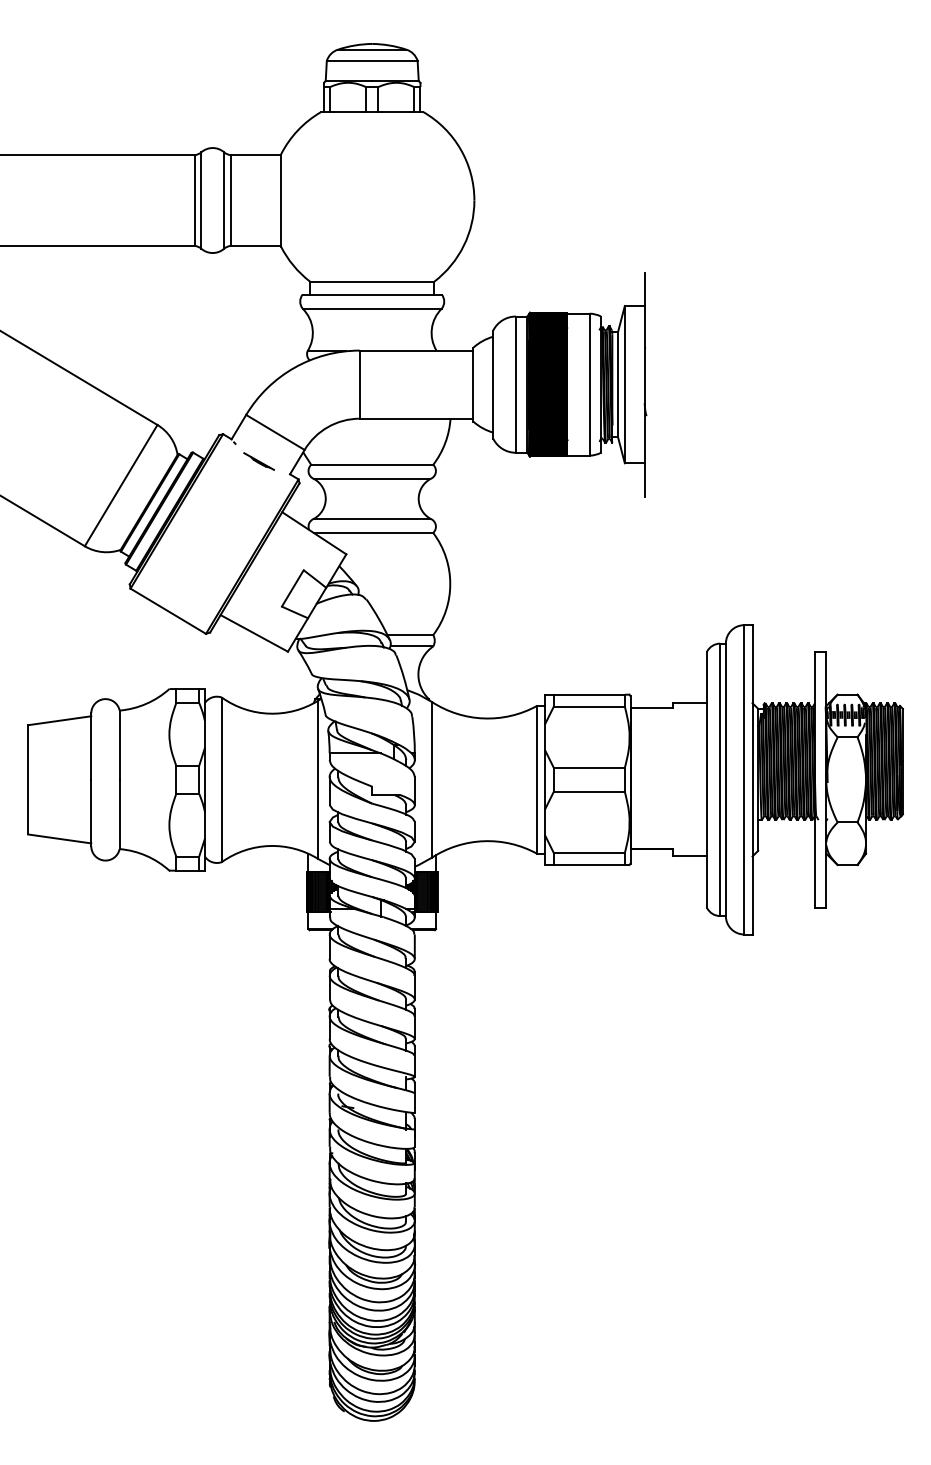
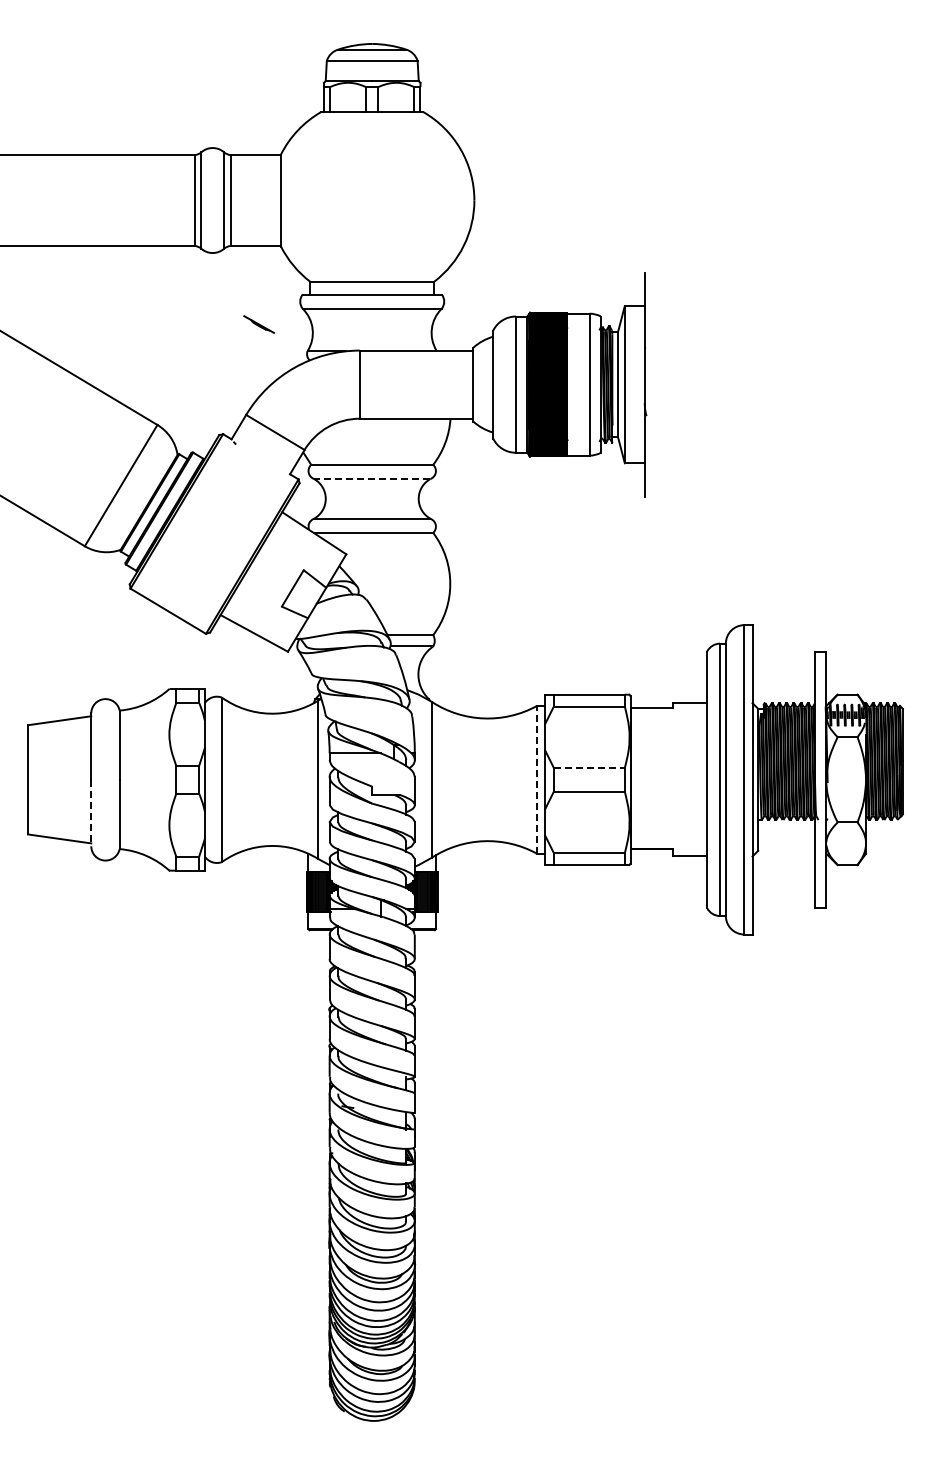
line at (259, 461) position: (259, 461) -> (259, 324)
line at (371, 479): solid -> dashed
line at (589, 768): solid -> dashed
line at (536, 779): solid -> dashed
line at (91, 813): solid -> dashed
